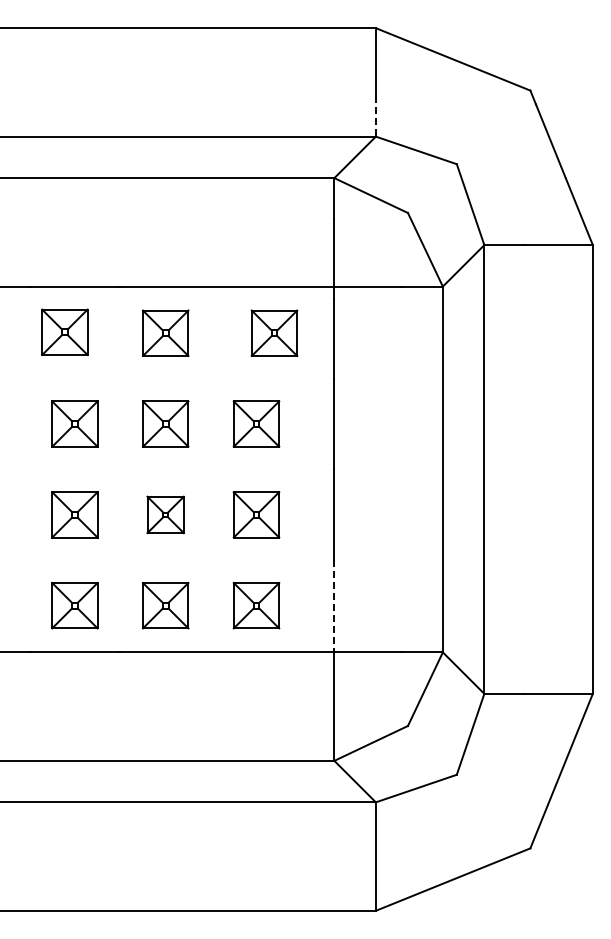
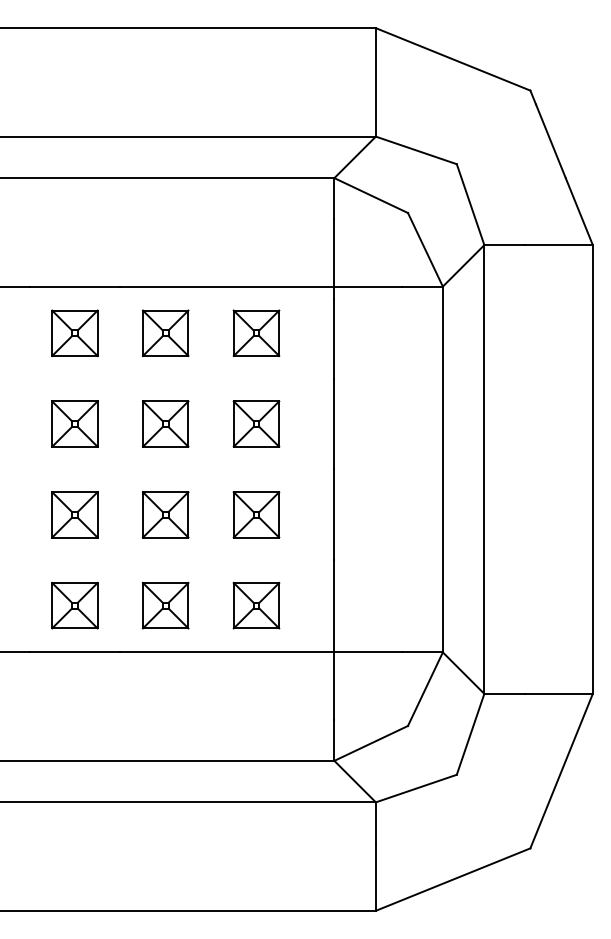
line at (375, 116): dashed -> solid
part at (64, 332) position: (64, 332) -> (74, 333)
part at (274, 332) position: (274, 332) -> (256, 332)
part at (165, 514) size: 39x40 px -> 49x48 px
line at (334, 606): dashed -> solid
